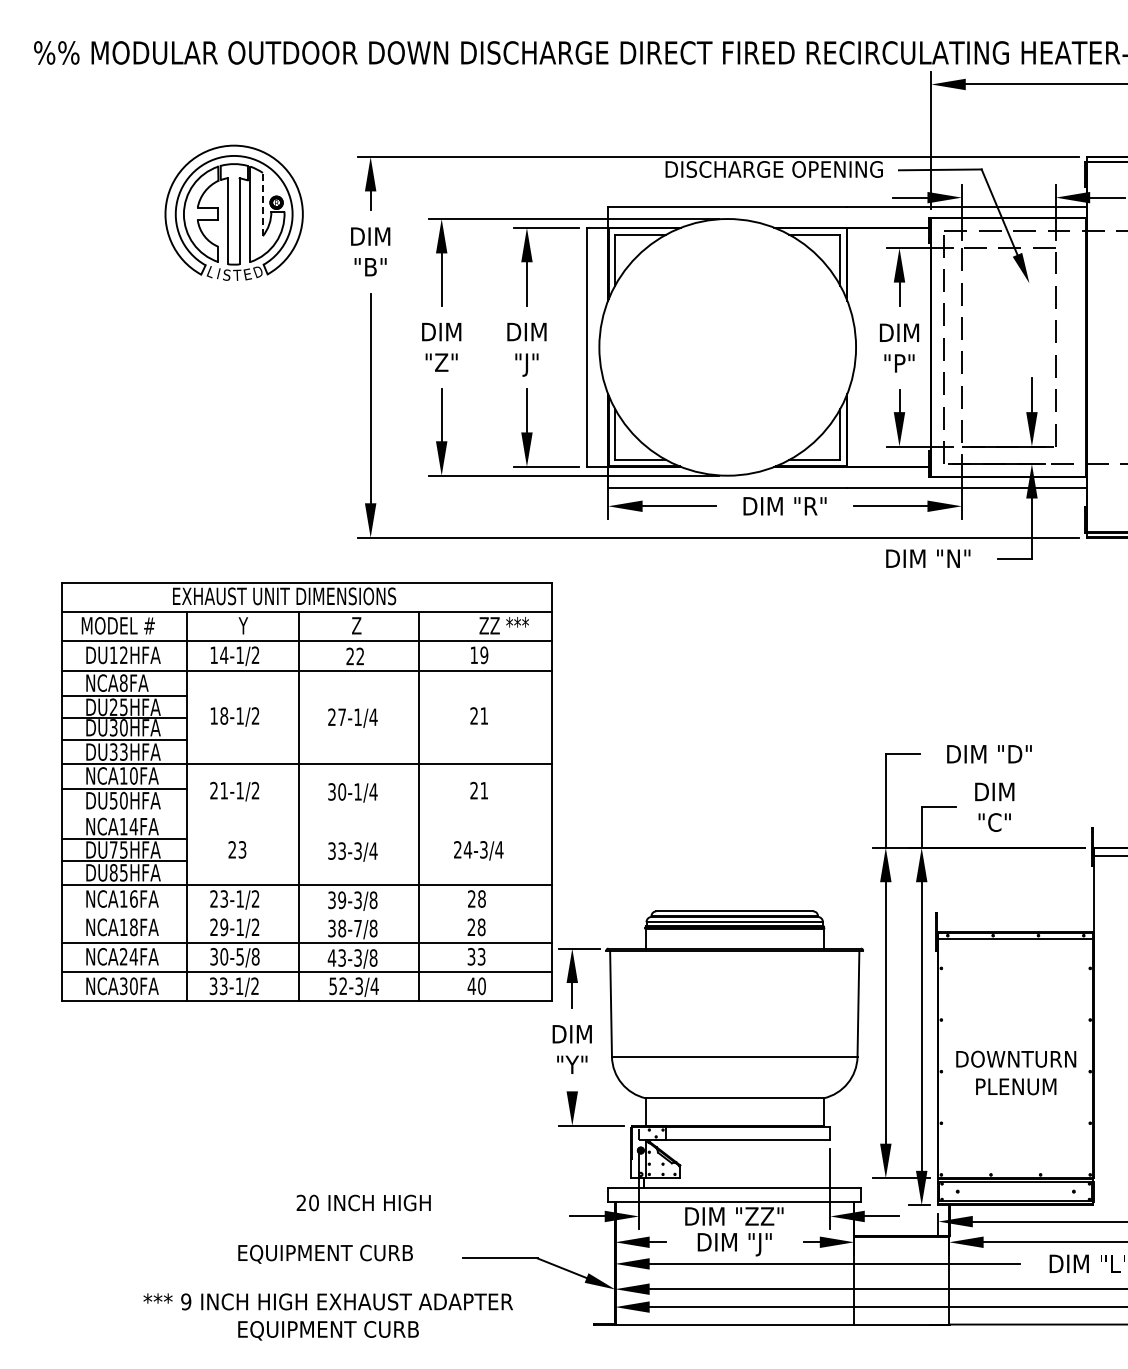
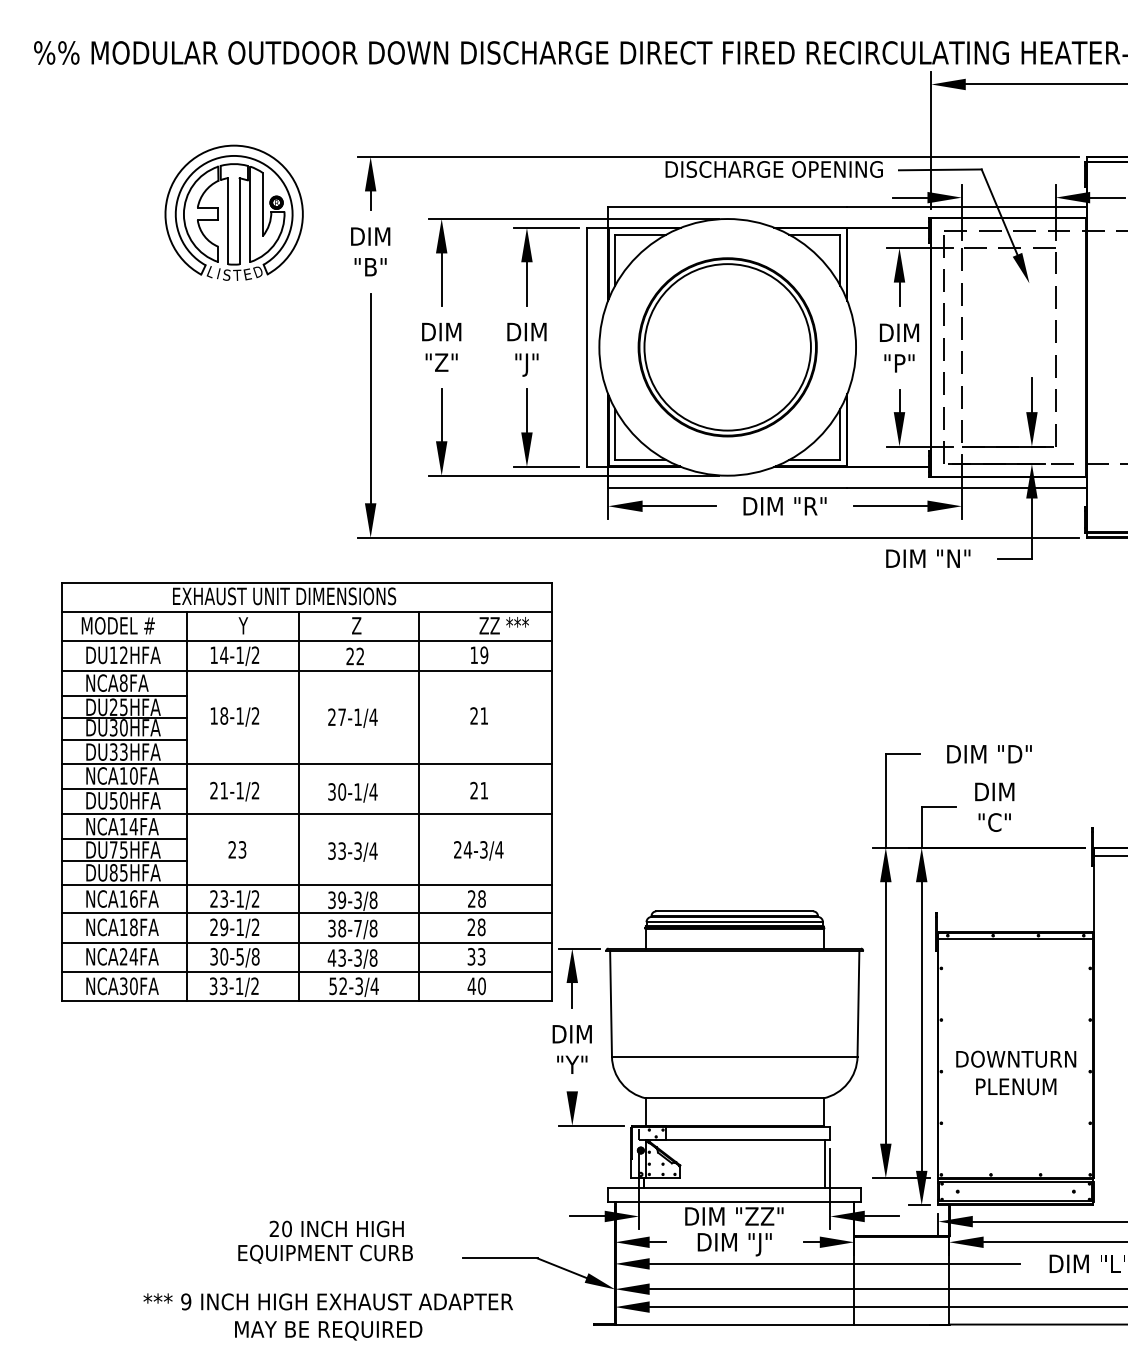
line at (262, 204): dashed -> solid
part at (727, 347): none -> present
line at (307, 814): none -> present
line at (307, 913): none -> present
line at (825, 1163): none -> present
text at (363, 1202) position: (363, 1202) -> (336, 1228)
text at (328, 1330): EQUIPMENT CURB -> MAY BE REQUIRED
